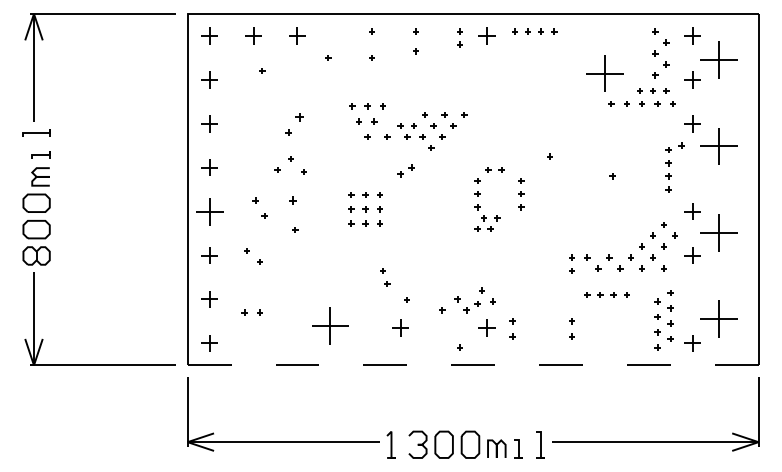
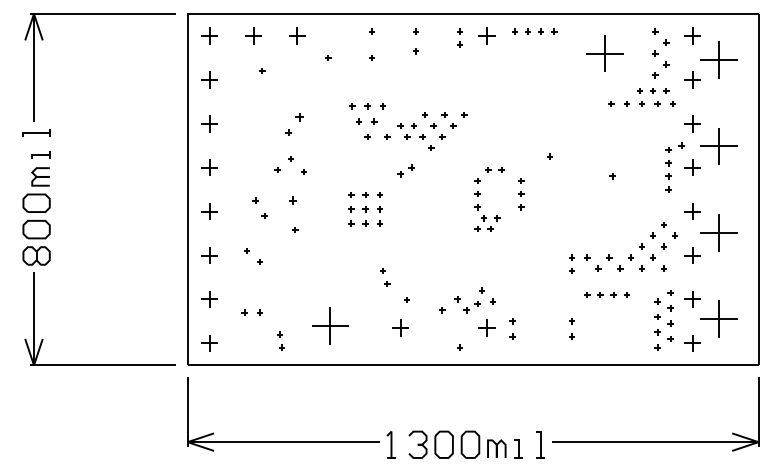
part at (604, 73) position: (604, 73) -> (604, 53)
part at (692, 167): none -> present
part at (209, 211) size: 28x28 px -> 17x17 px
part at (692, 299): none -> present
part at (280, 340): none -> present
line at (473, 365): dashed -> solid
